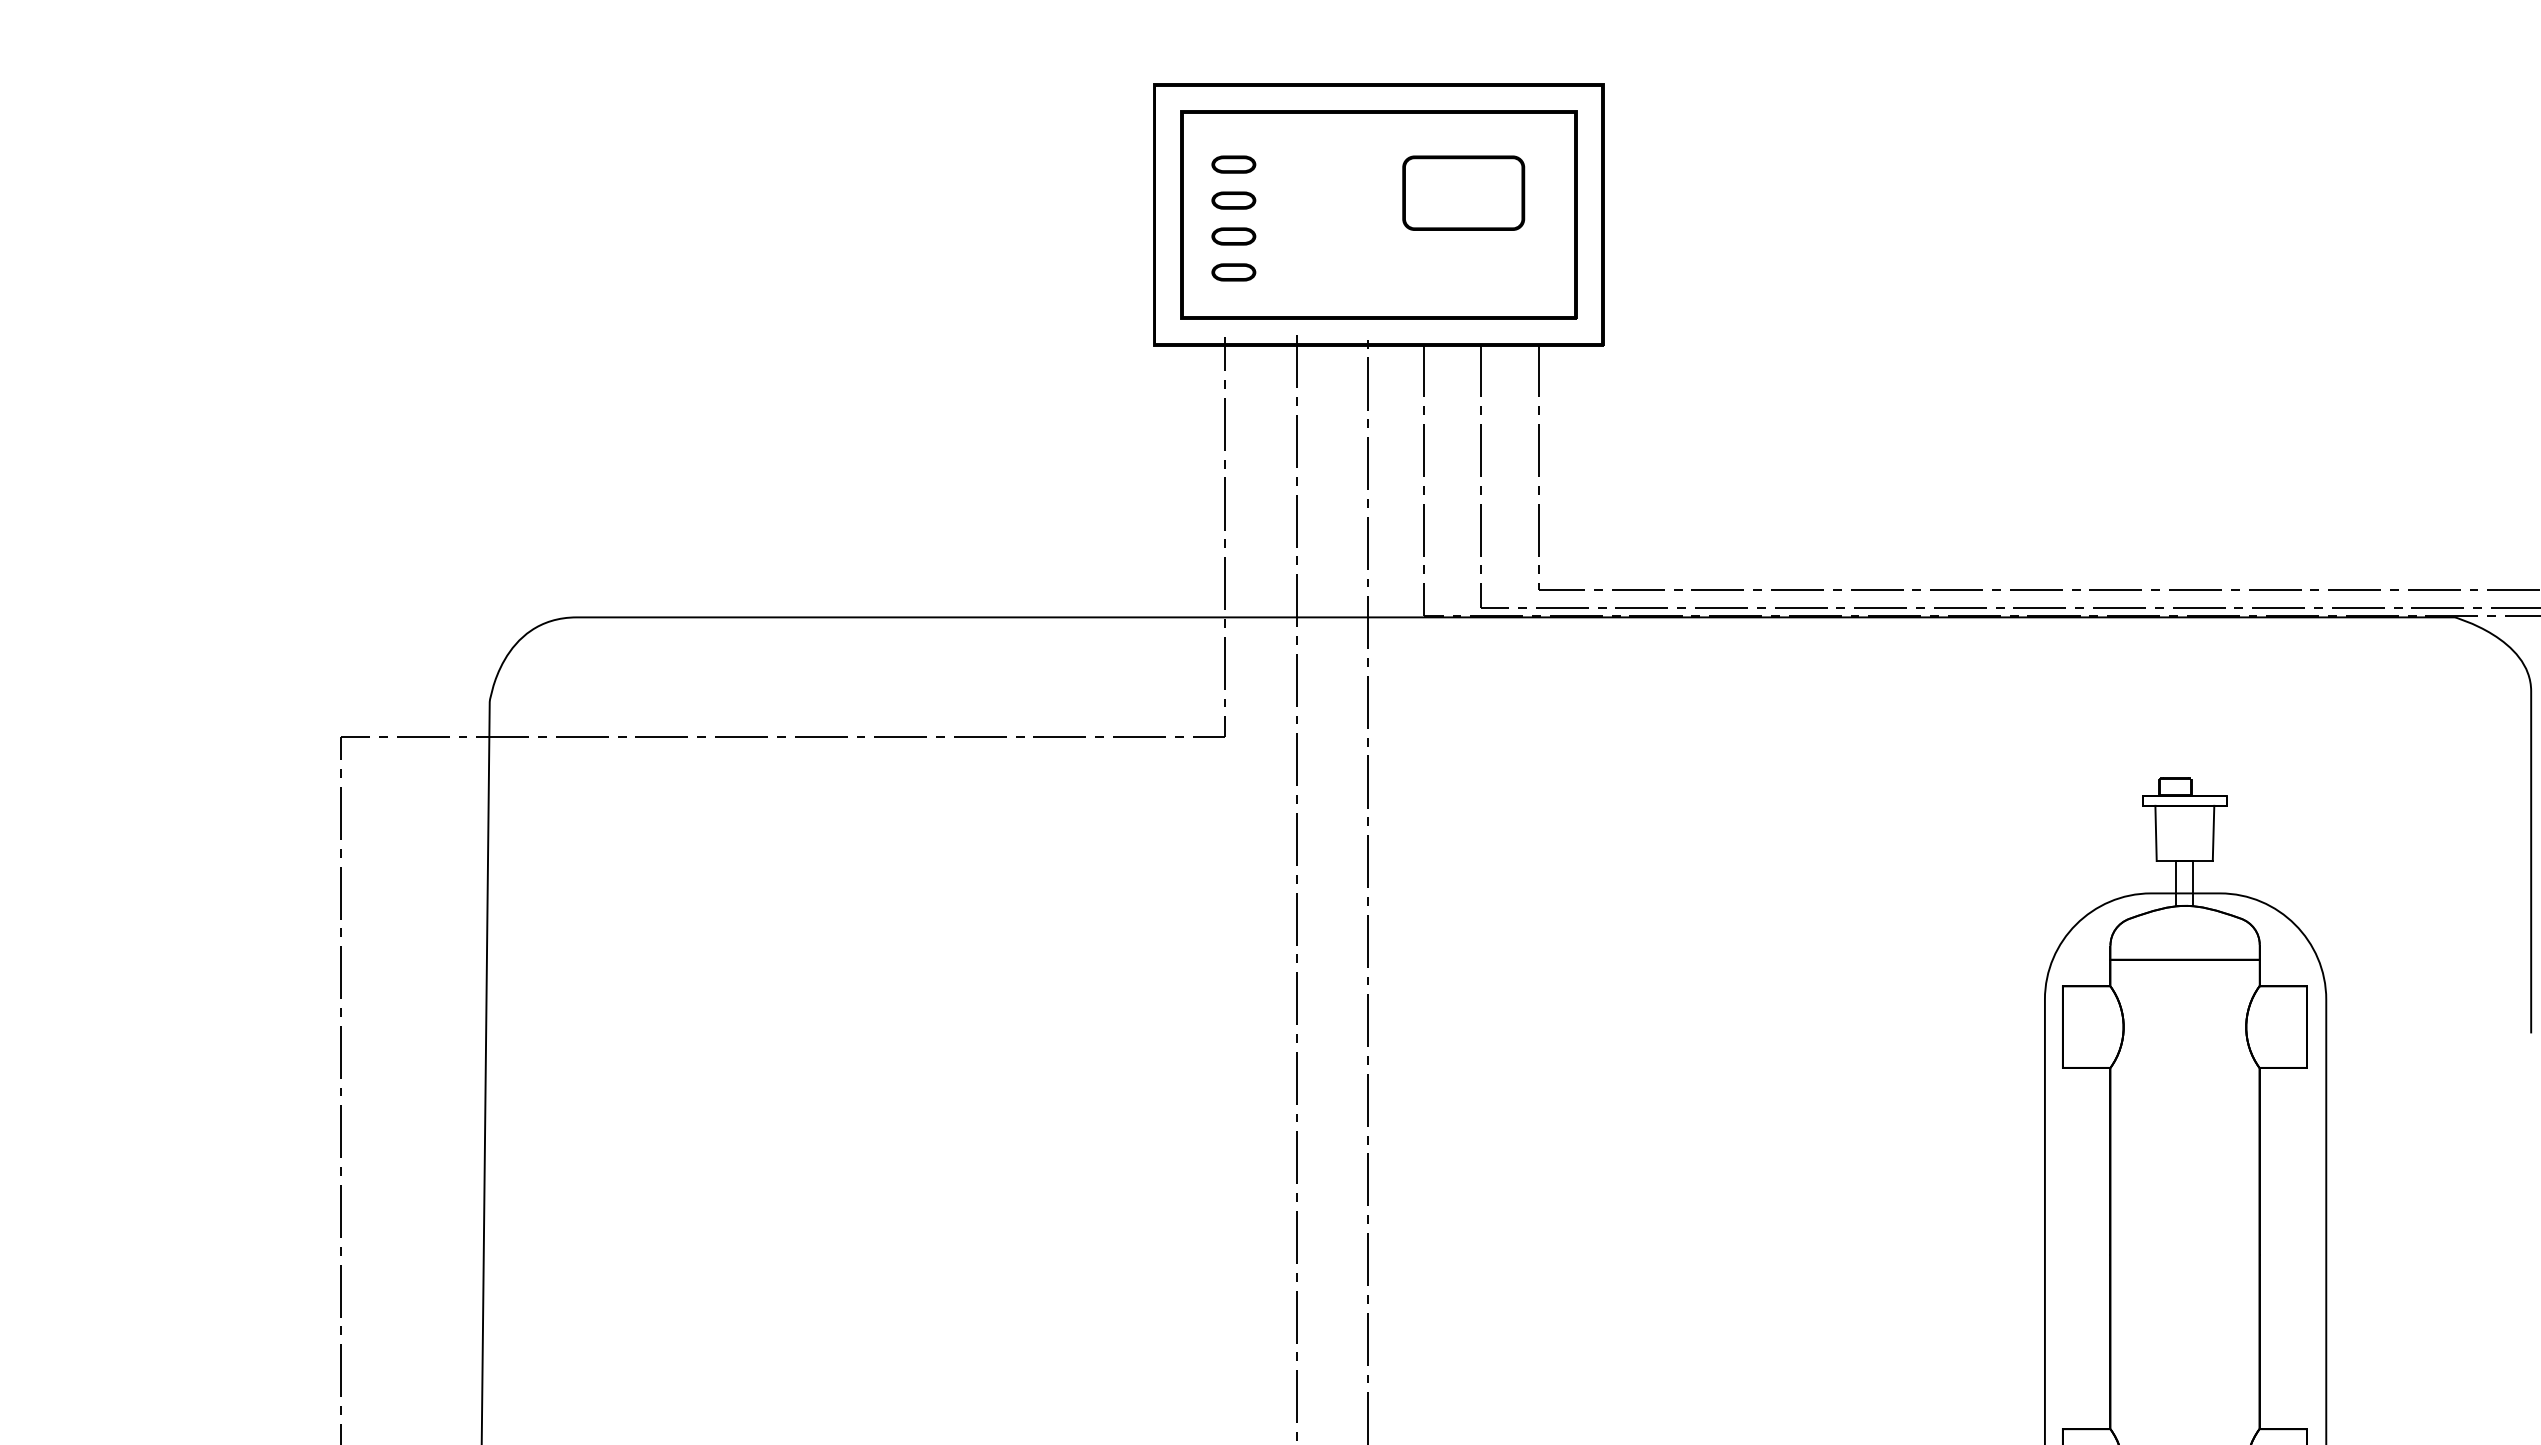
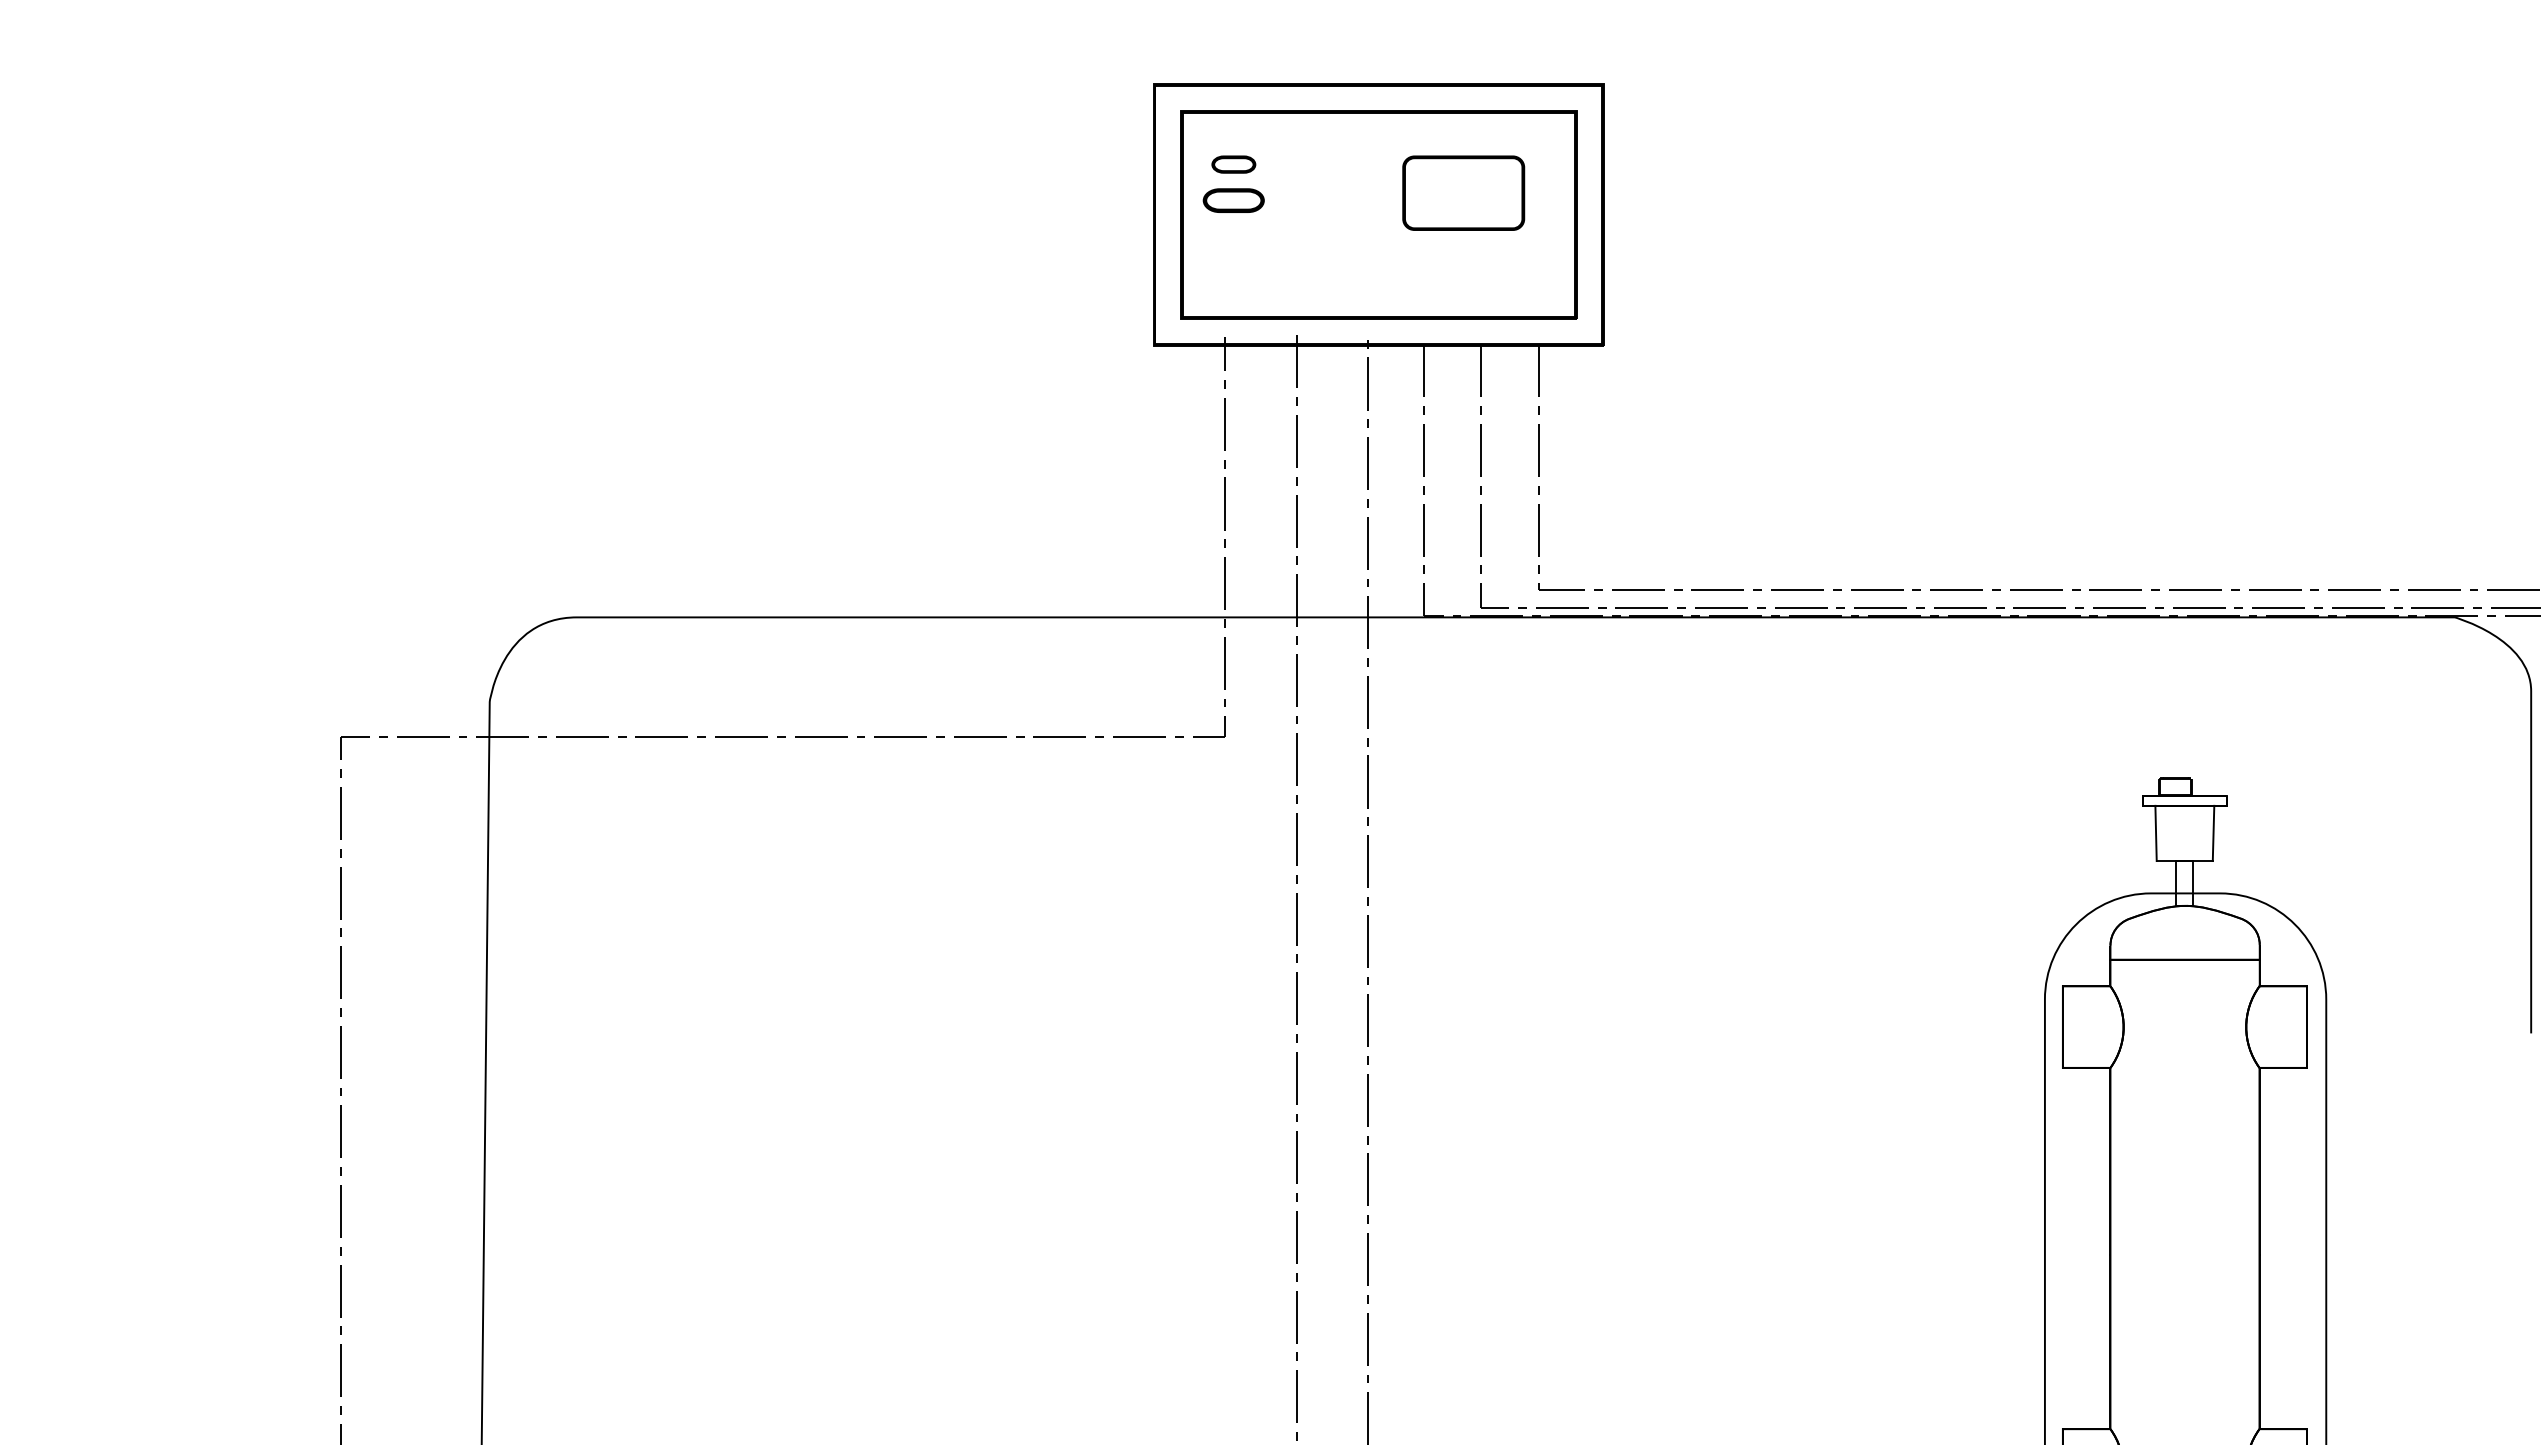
part at (1233, 200) size: 46x19 px -> 63x25 px
part at (1233, 236): present -> none
part at (1233, 272): present -> none
